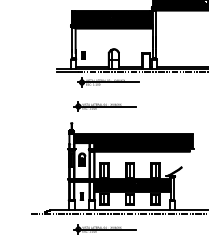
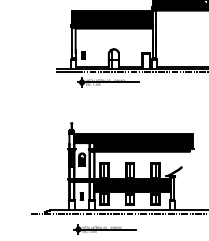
part at (104, 106): present -> none
